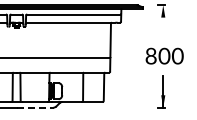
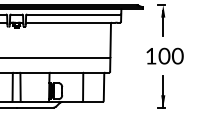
line at (163, 23): none -> present
text at (150, 55): 800 -> 100
line at (35, 107): dashed -> solid
